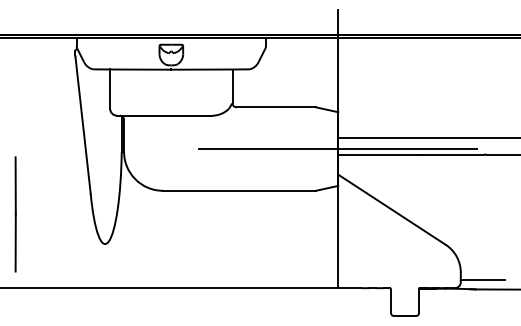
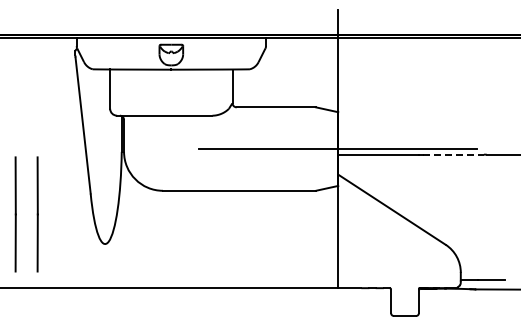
line at (427, 137): present -> none
line at (454, 154): solid -> dashed
line at (37, 214): none -> present
